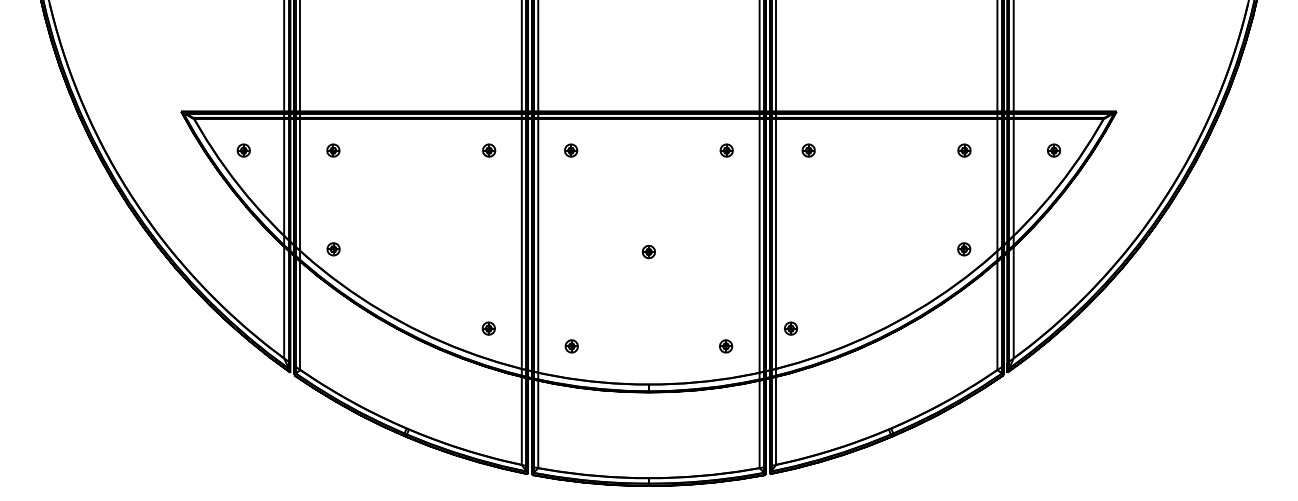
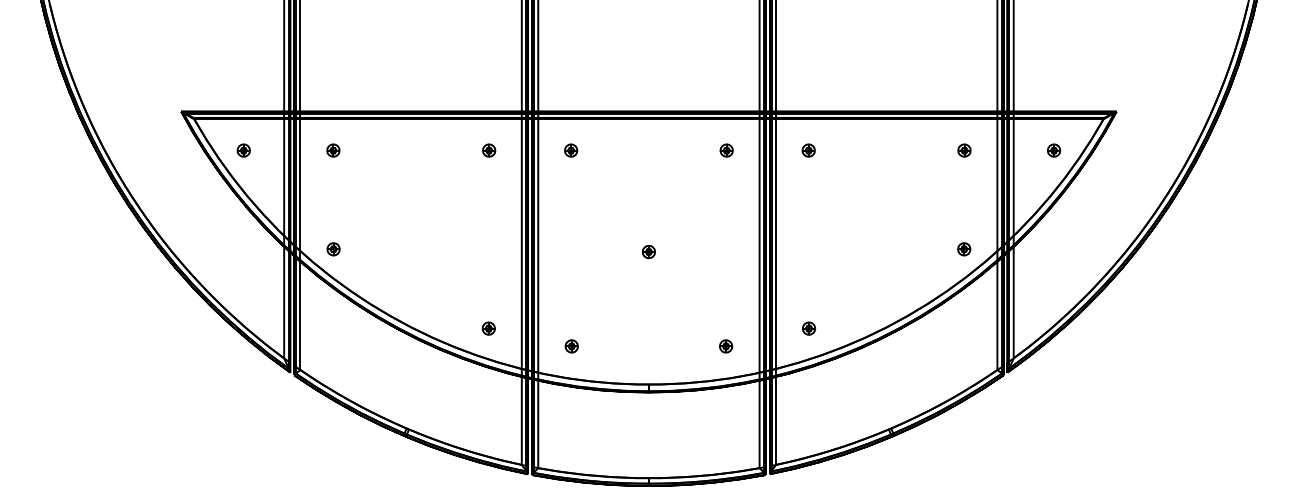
part at (790, 328) position: (790, 328) -> (808, 328)
